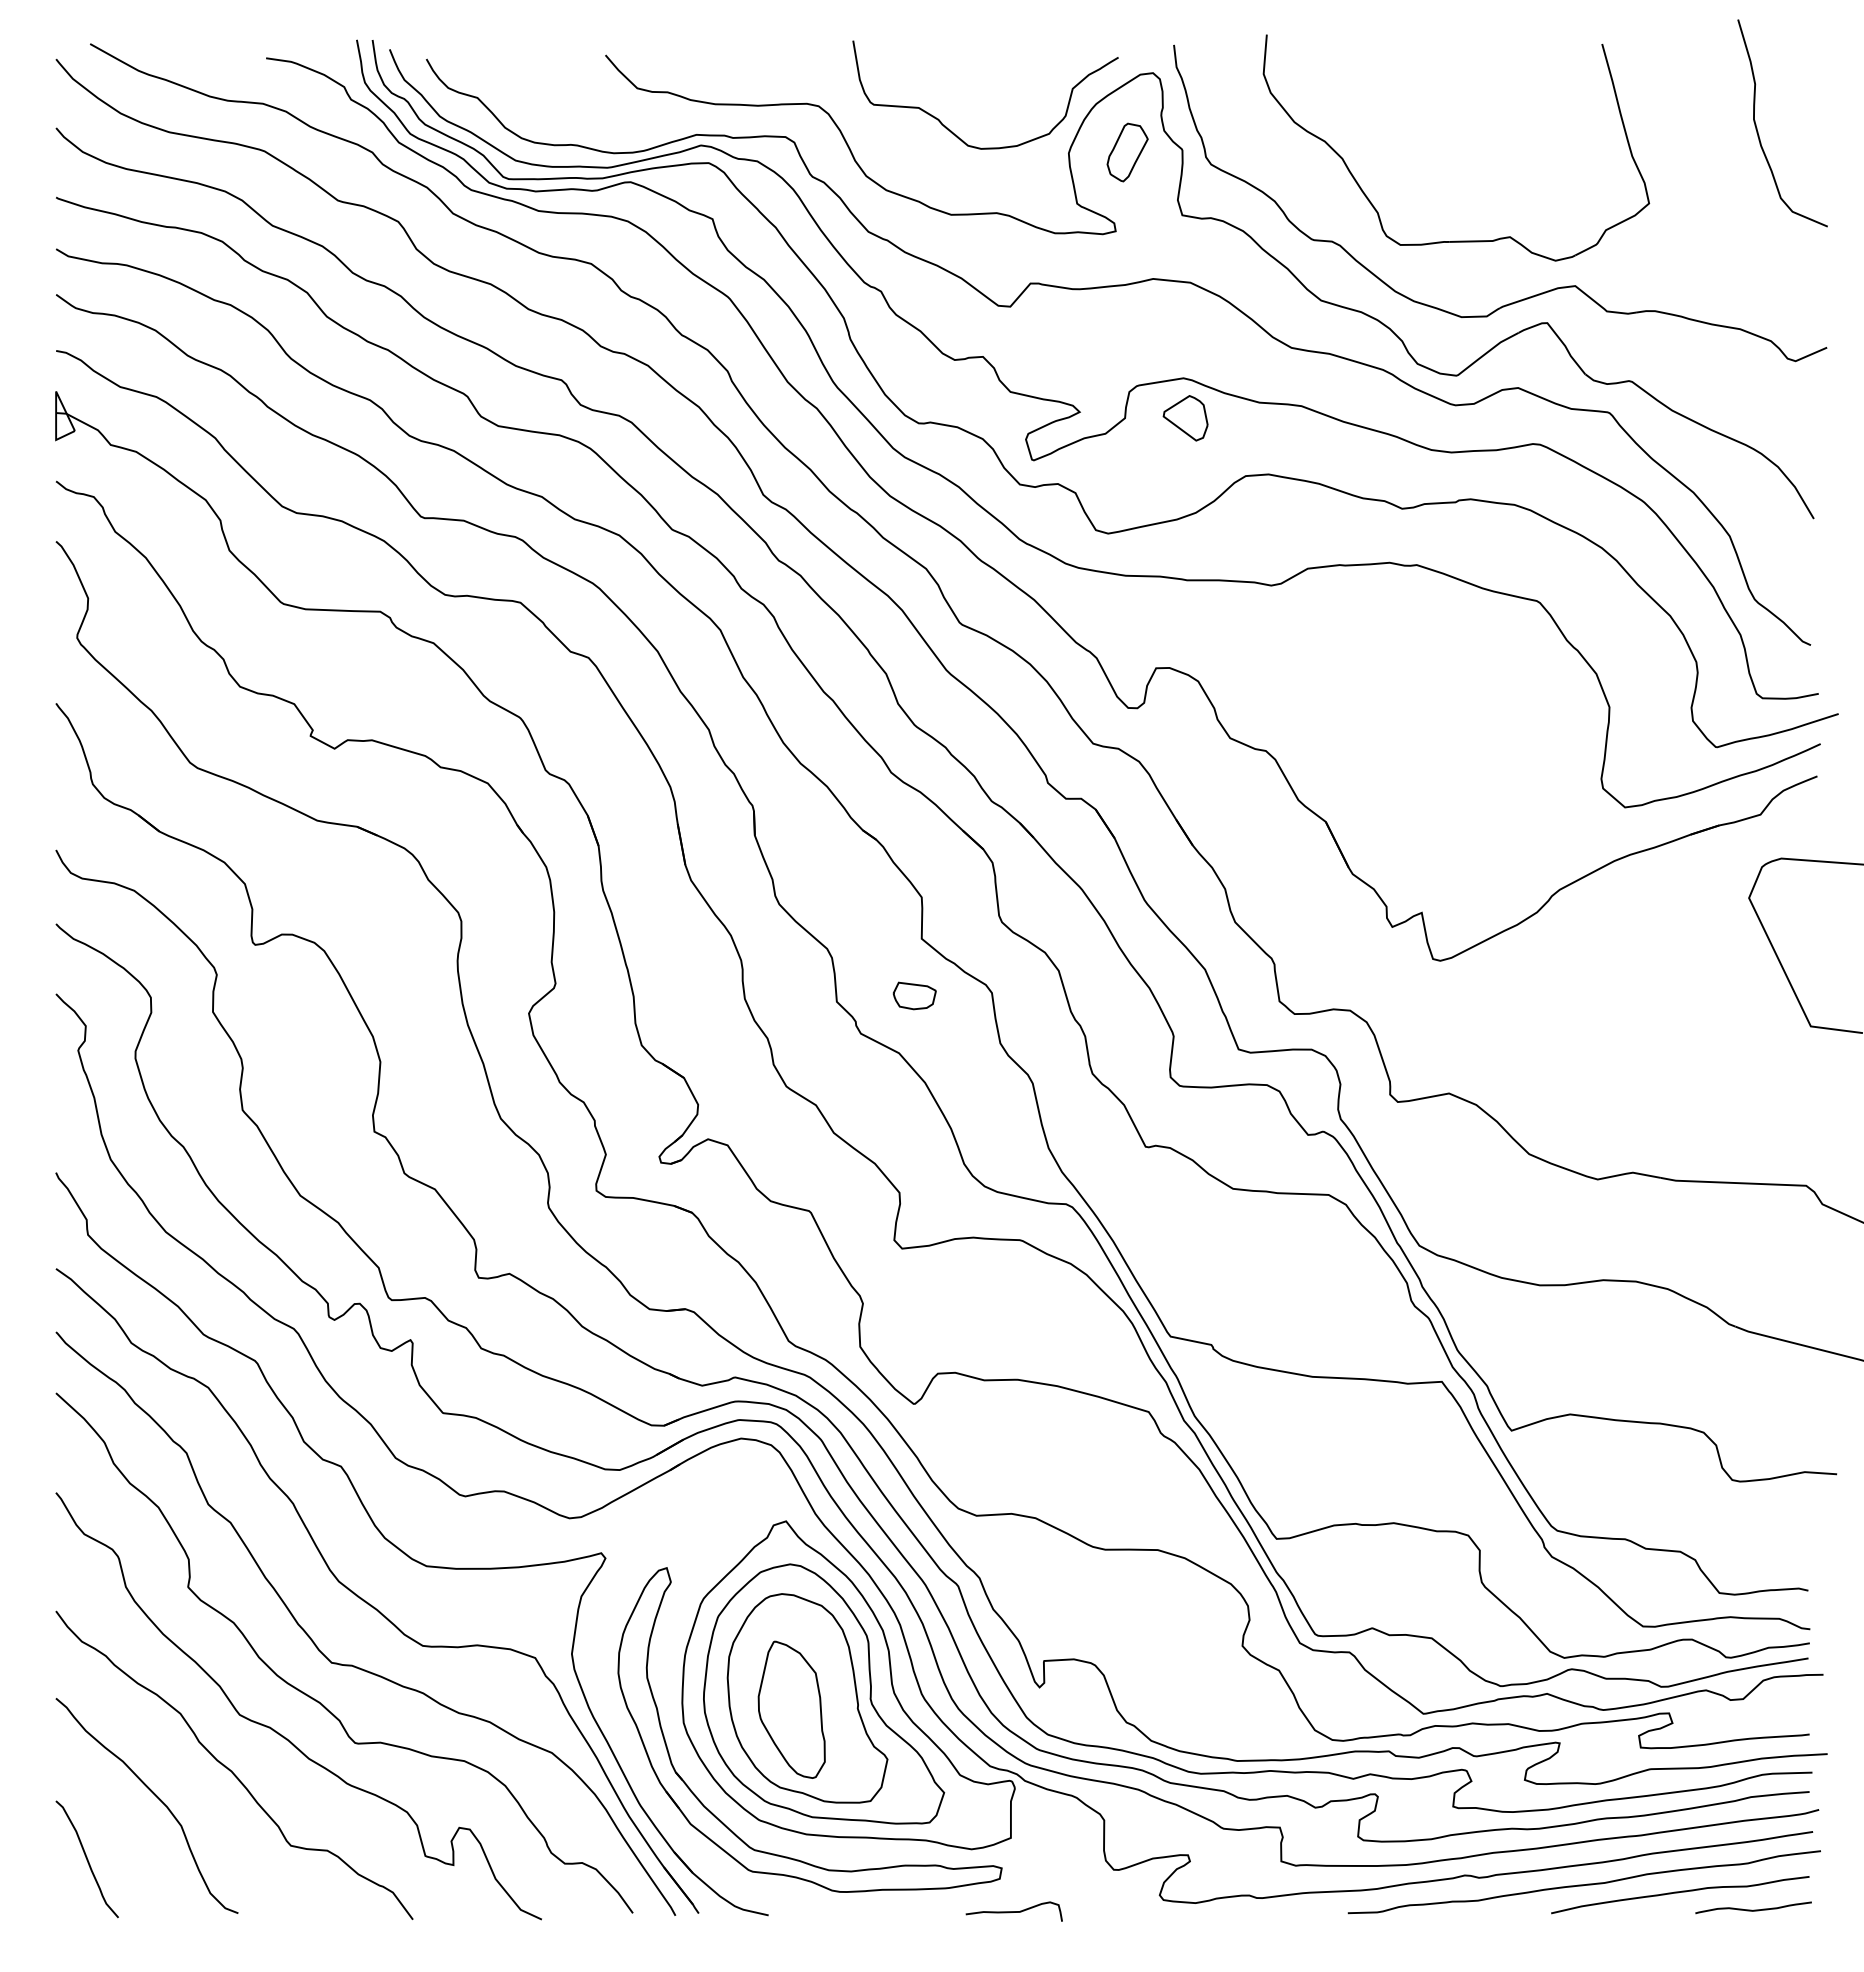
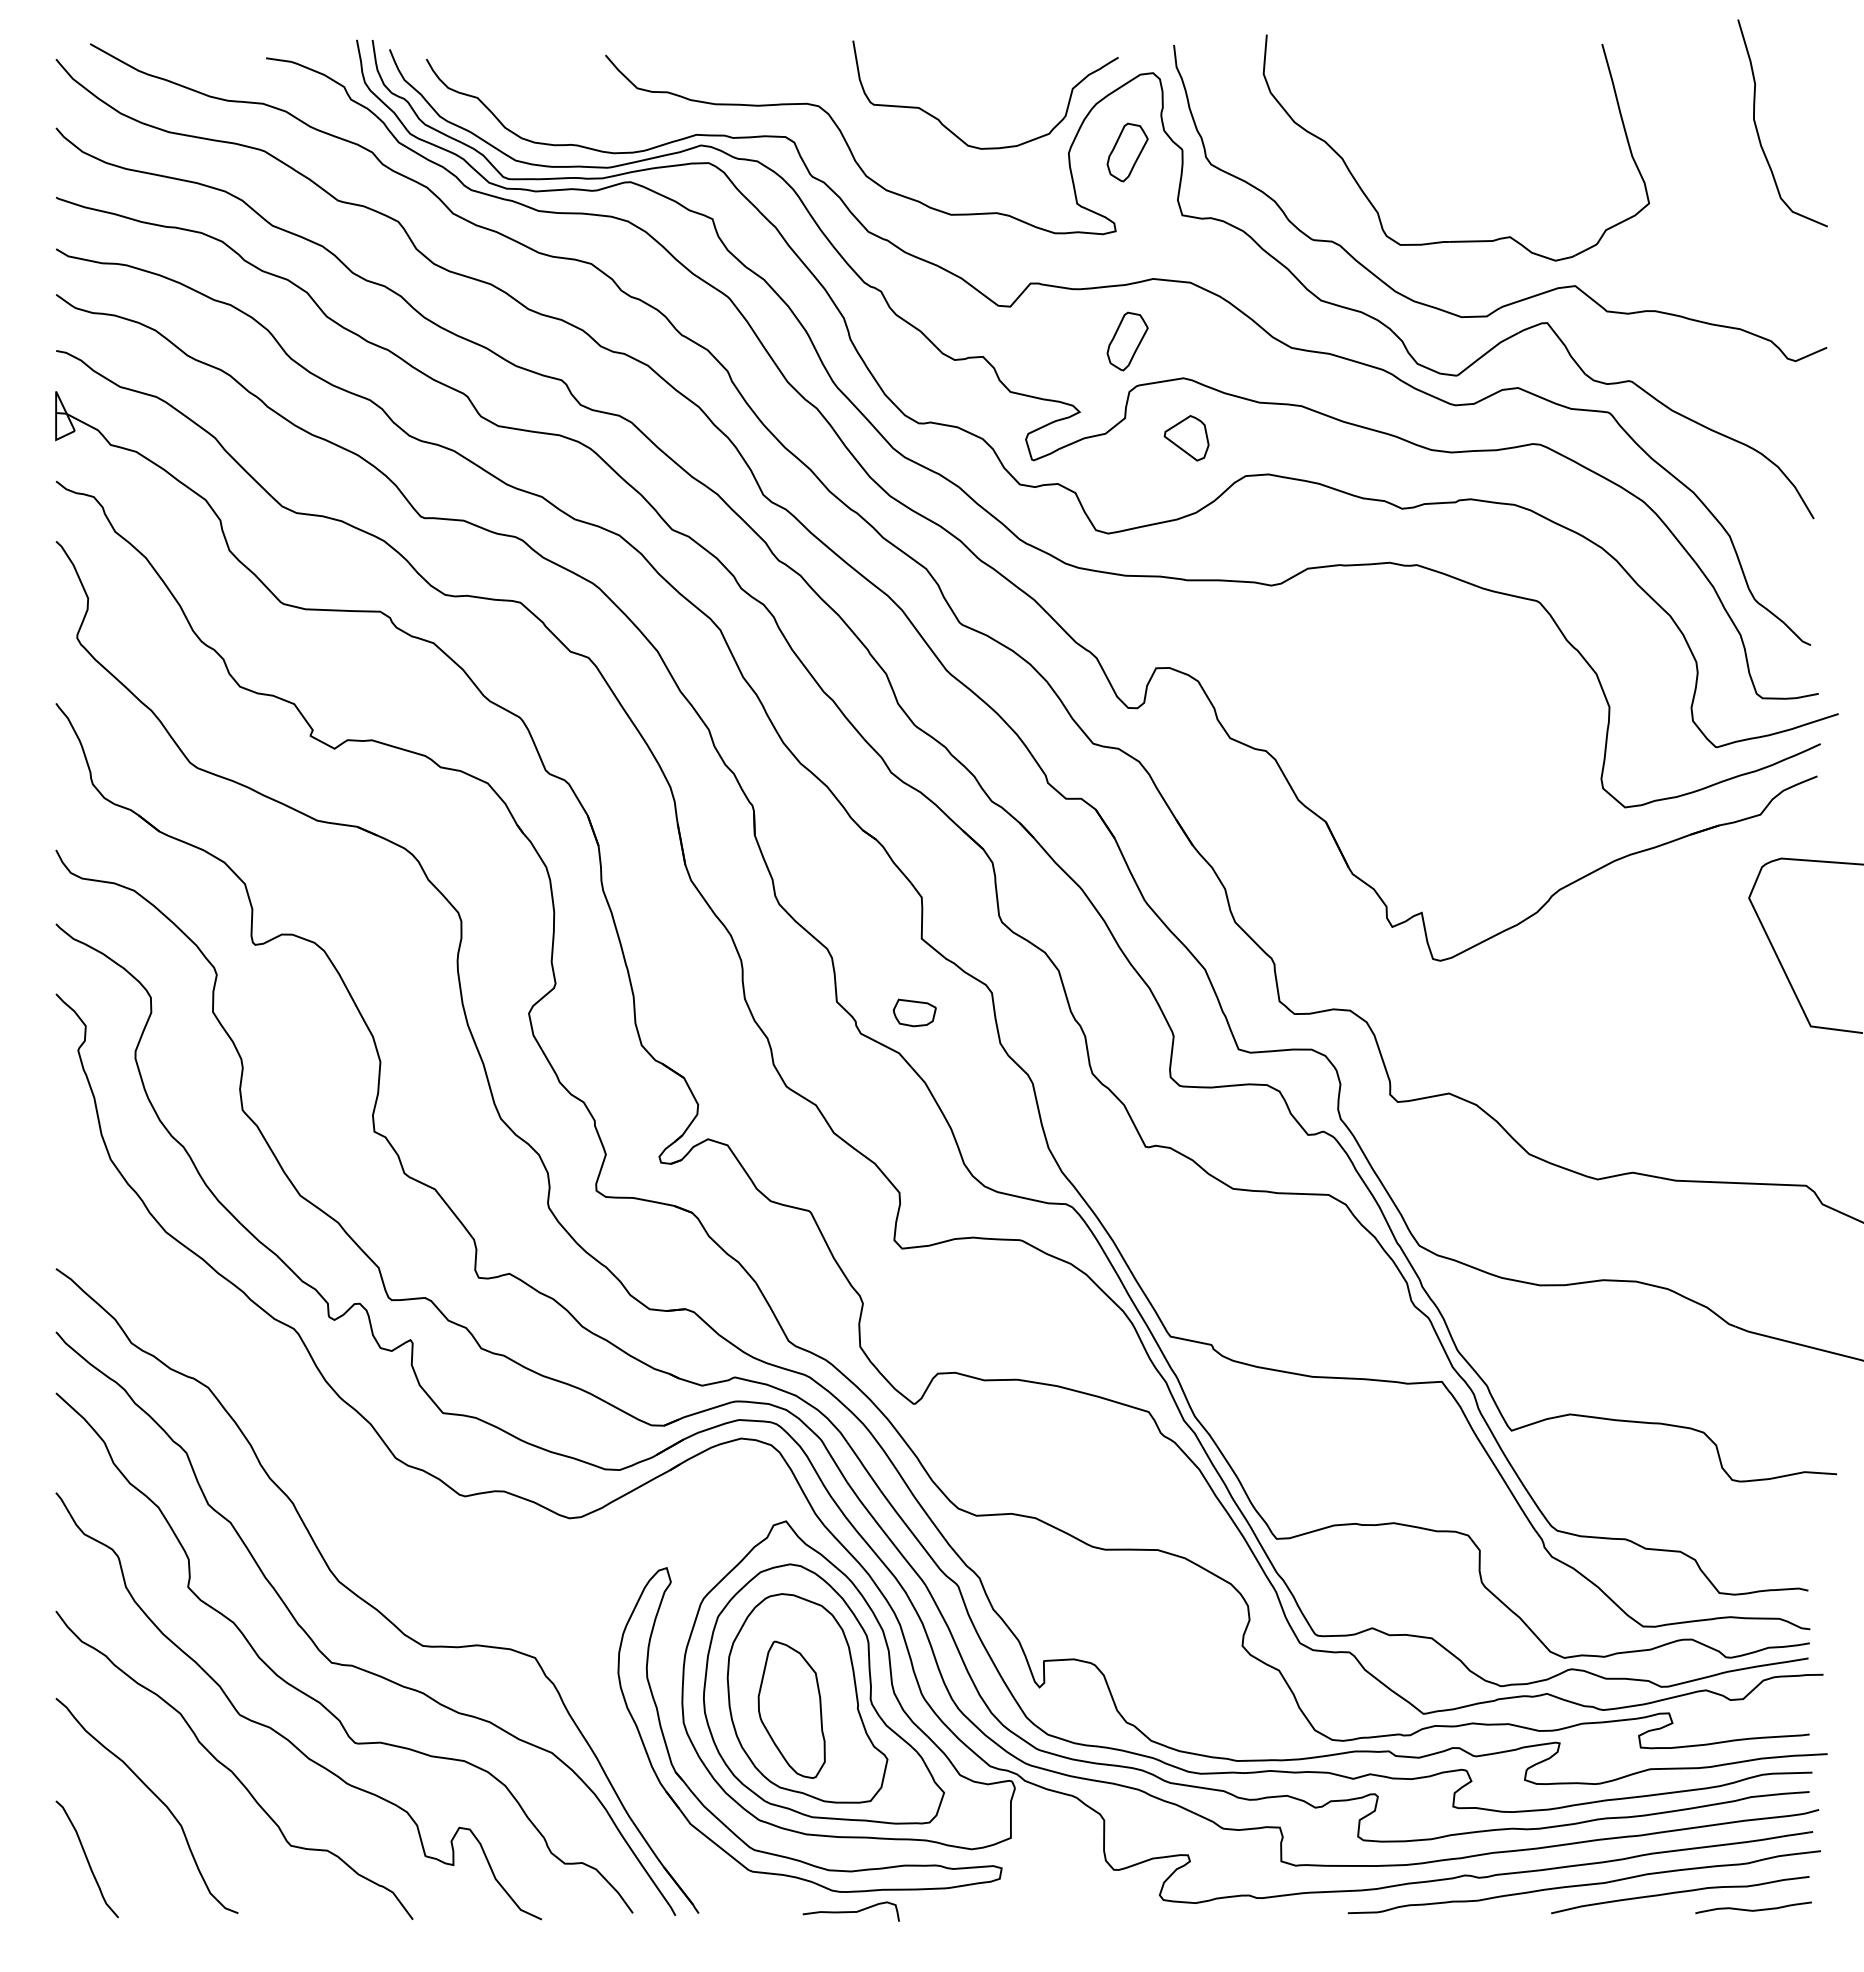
part at (1127, 341): none -> present
part at (1185, 418) position: (1185, 418) -> (1186, 438)
part at (914, 995) position: (914, 995) -> (914, 1012)
part at (405, 1552): present -> none
curve at (1013, 1911) position: (1013, 1911) -> (850, 1911)
